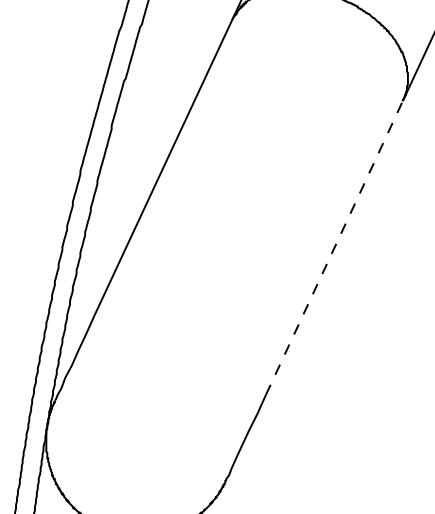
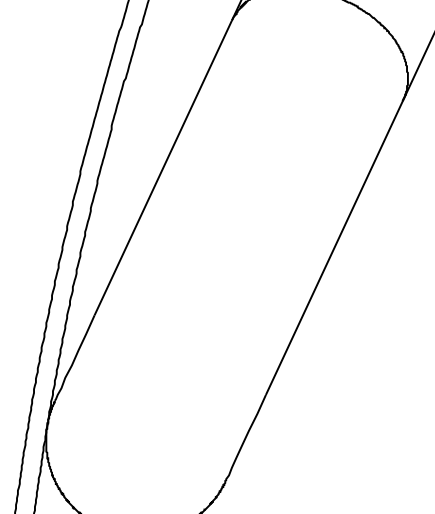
line at (334, 247): dashed -> solid
